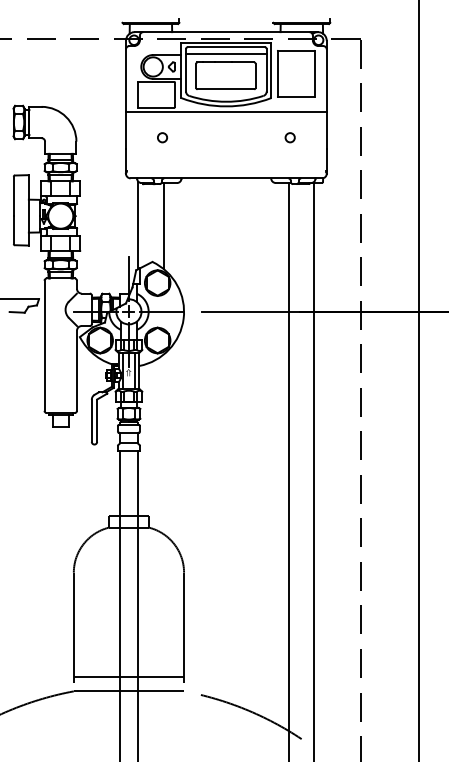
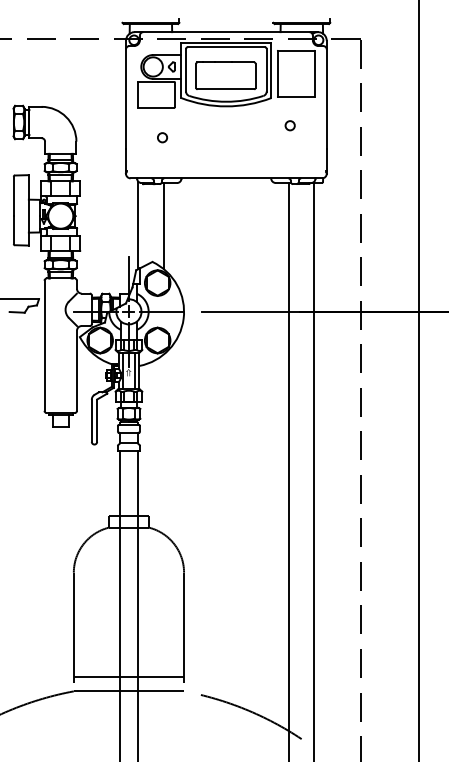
line at (226, 53): present -> none
line at (225, 111): present -> none
circle at (289, 137) position: (289, 137) -> (289, 125)
